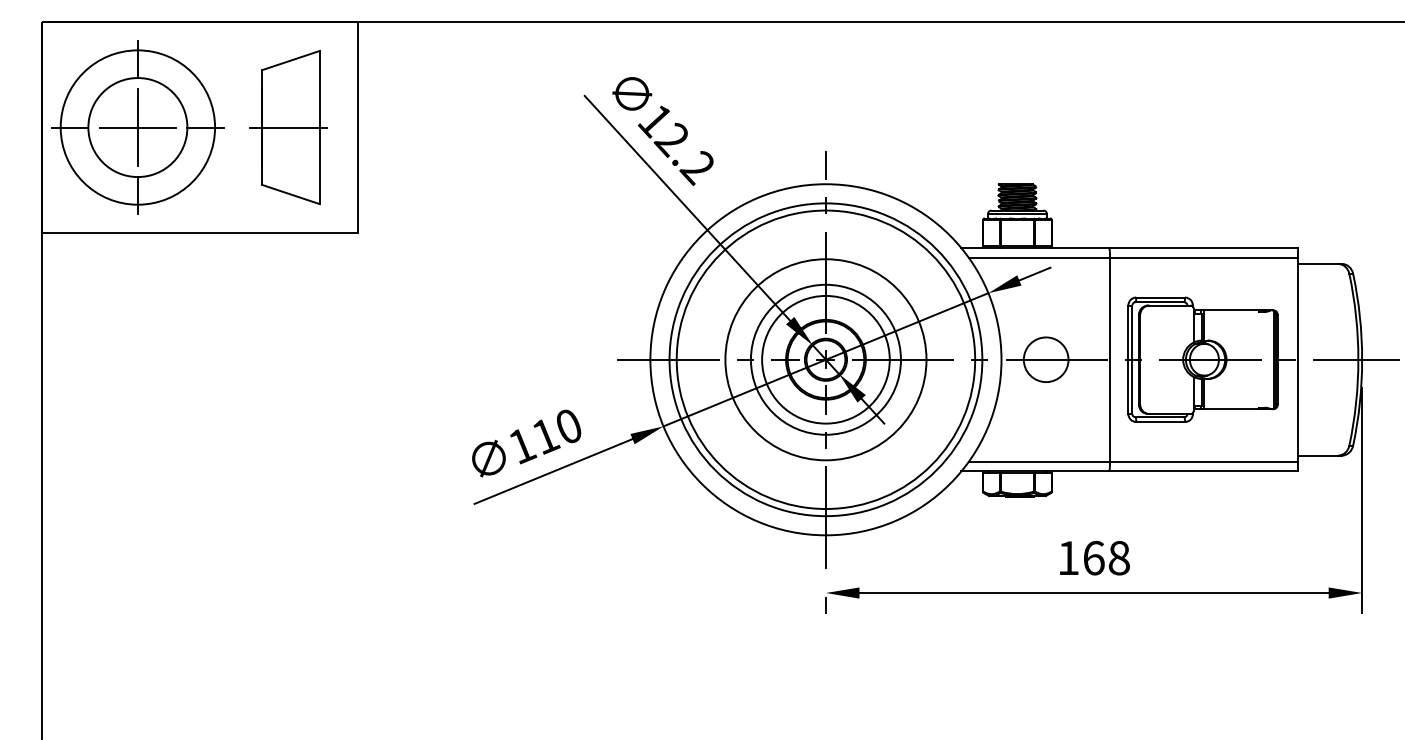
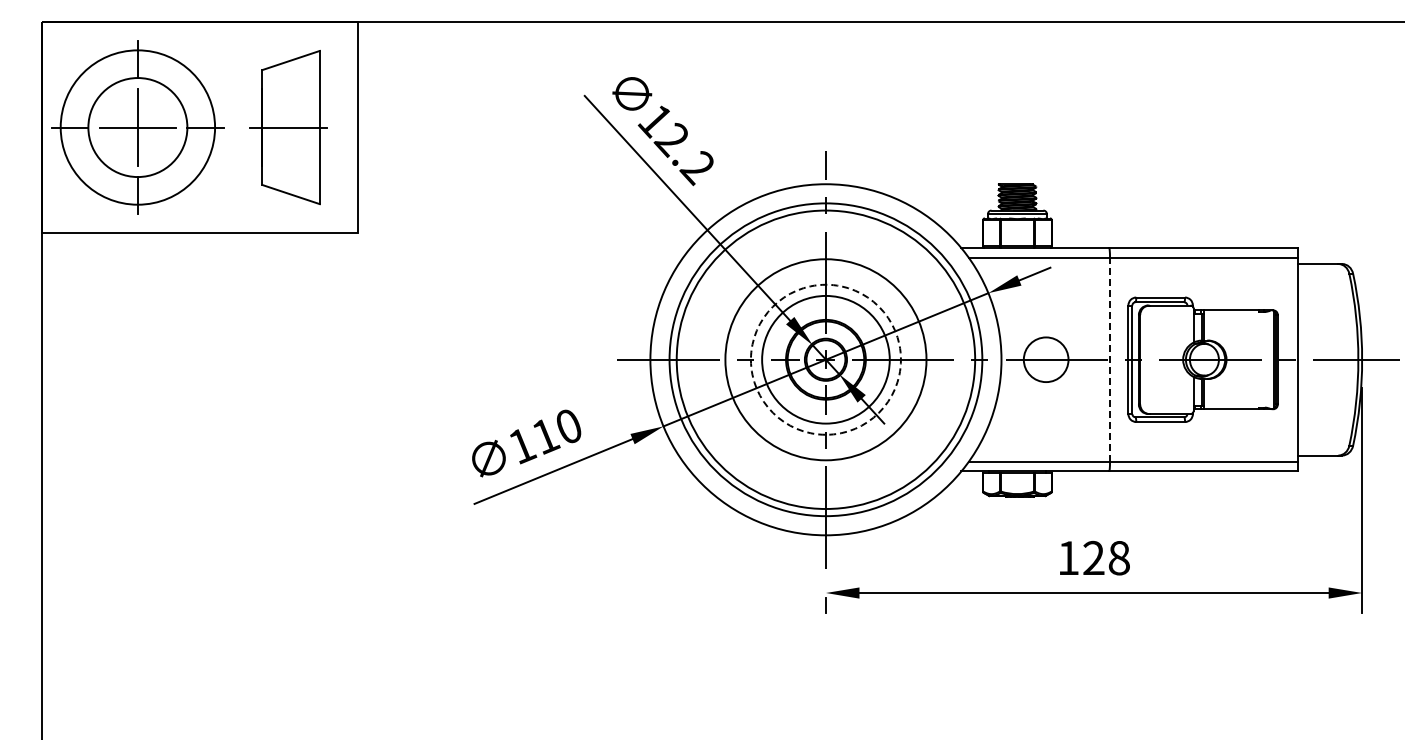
circle at (825, 359): solid -> dashed
line at (1110, 359): solid -> dashed
text at (1093, 557): 168 -> 128
